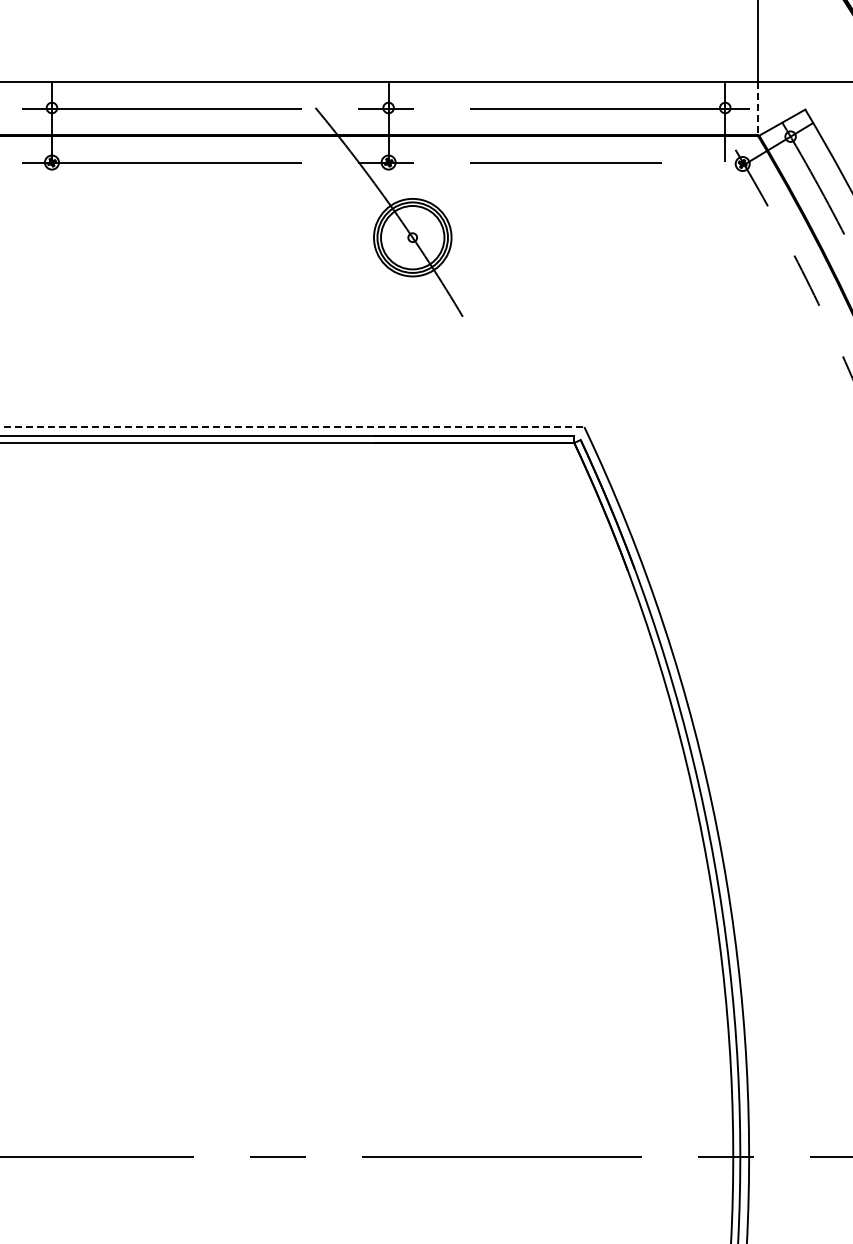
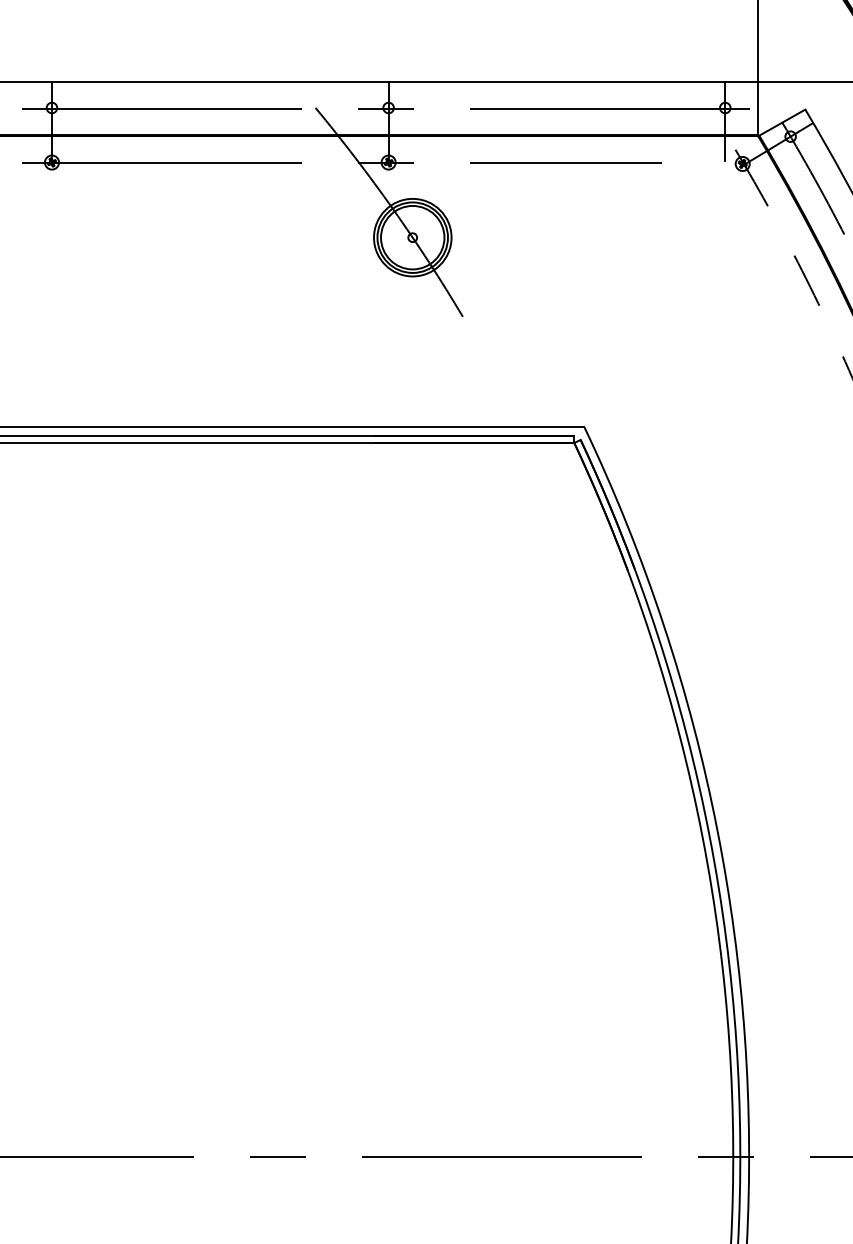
line at (758, 109): dashed -> solid
line at (292, 427): dashed -> solid
